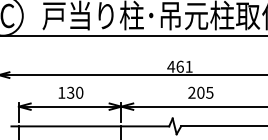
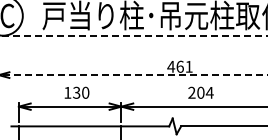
line at (134, 35): solid -> dashed
line at (133, 75): solid -> dashed
text at (70, 92) position: (70, 92) -> (76, 92)
text at (209, 92): 205 -> 204
